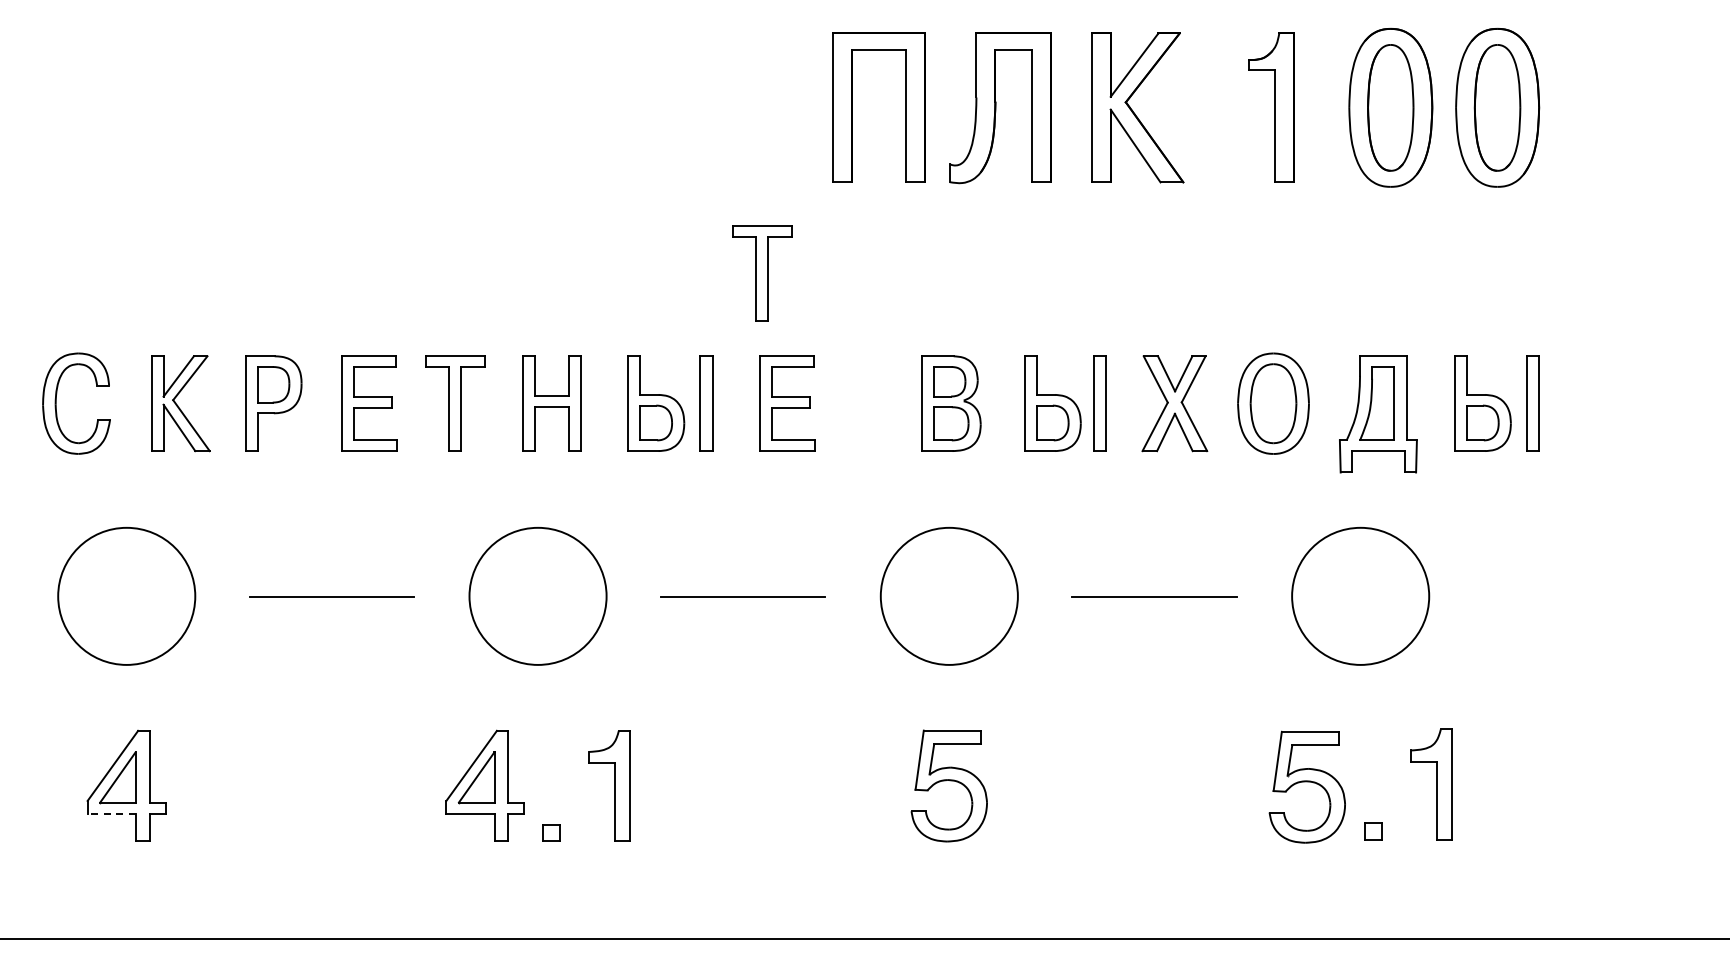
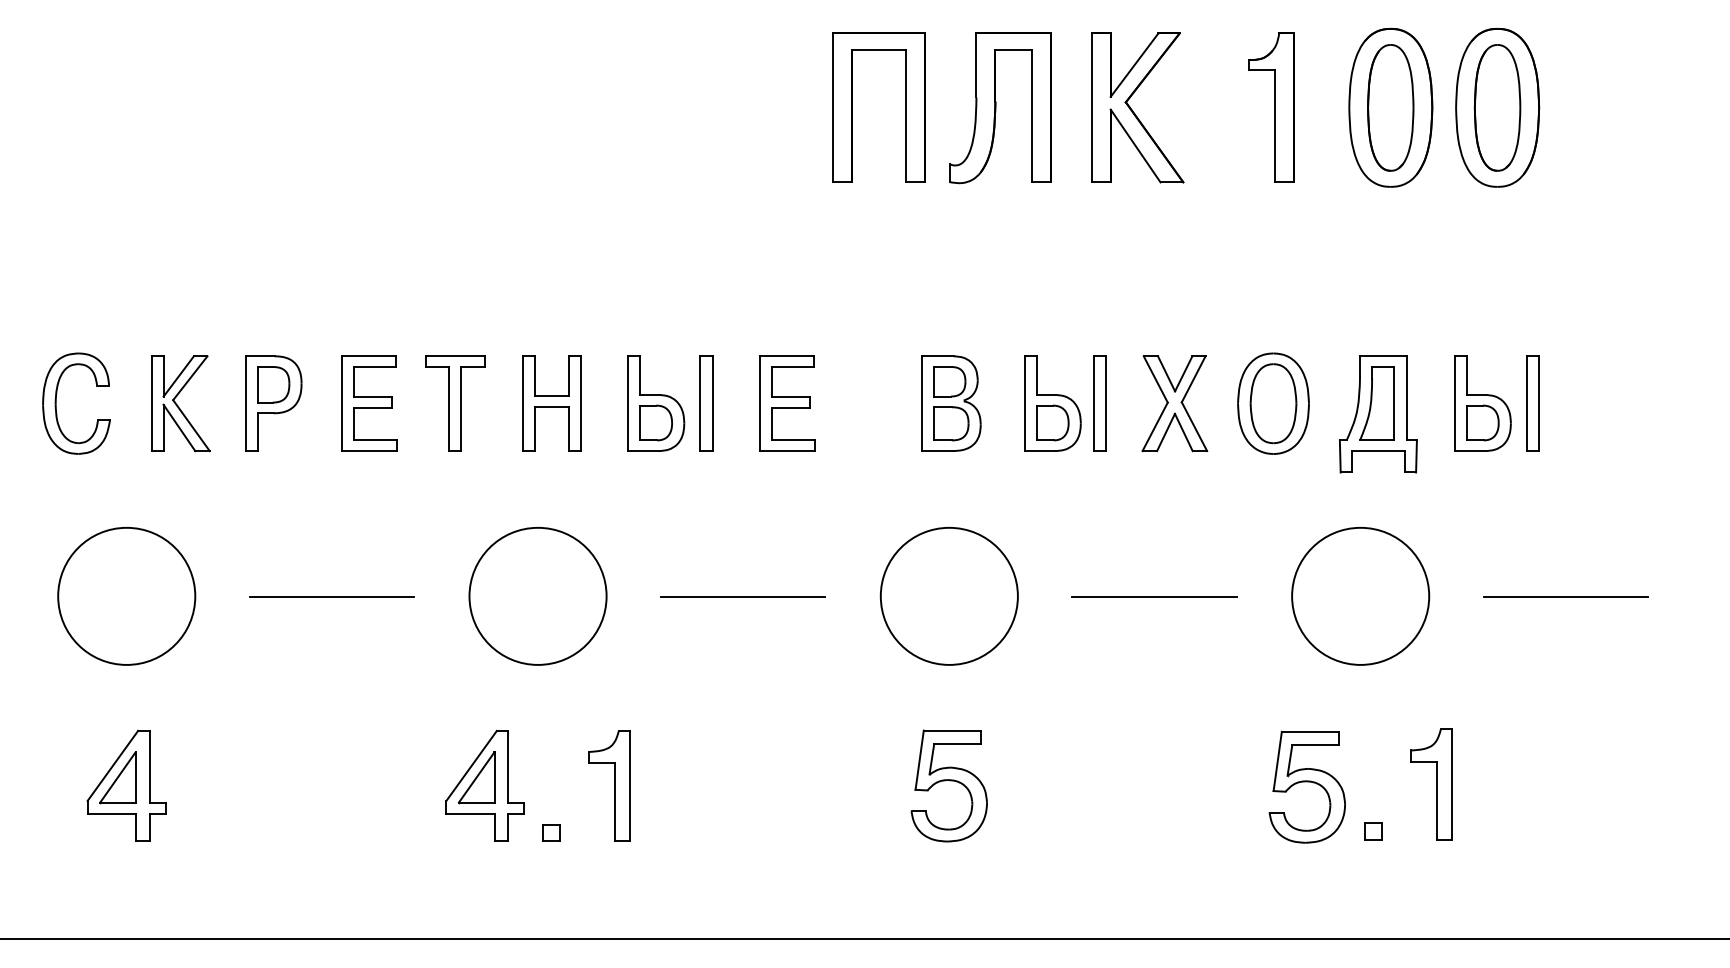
part at (762, 273): present -> none
line at (1565, 596): none -> present
line at (111, 814): dashed -> solid
